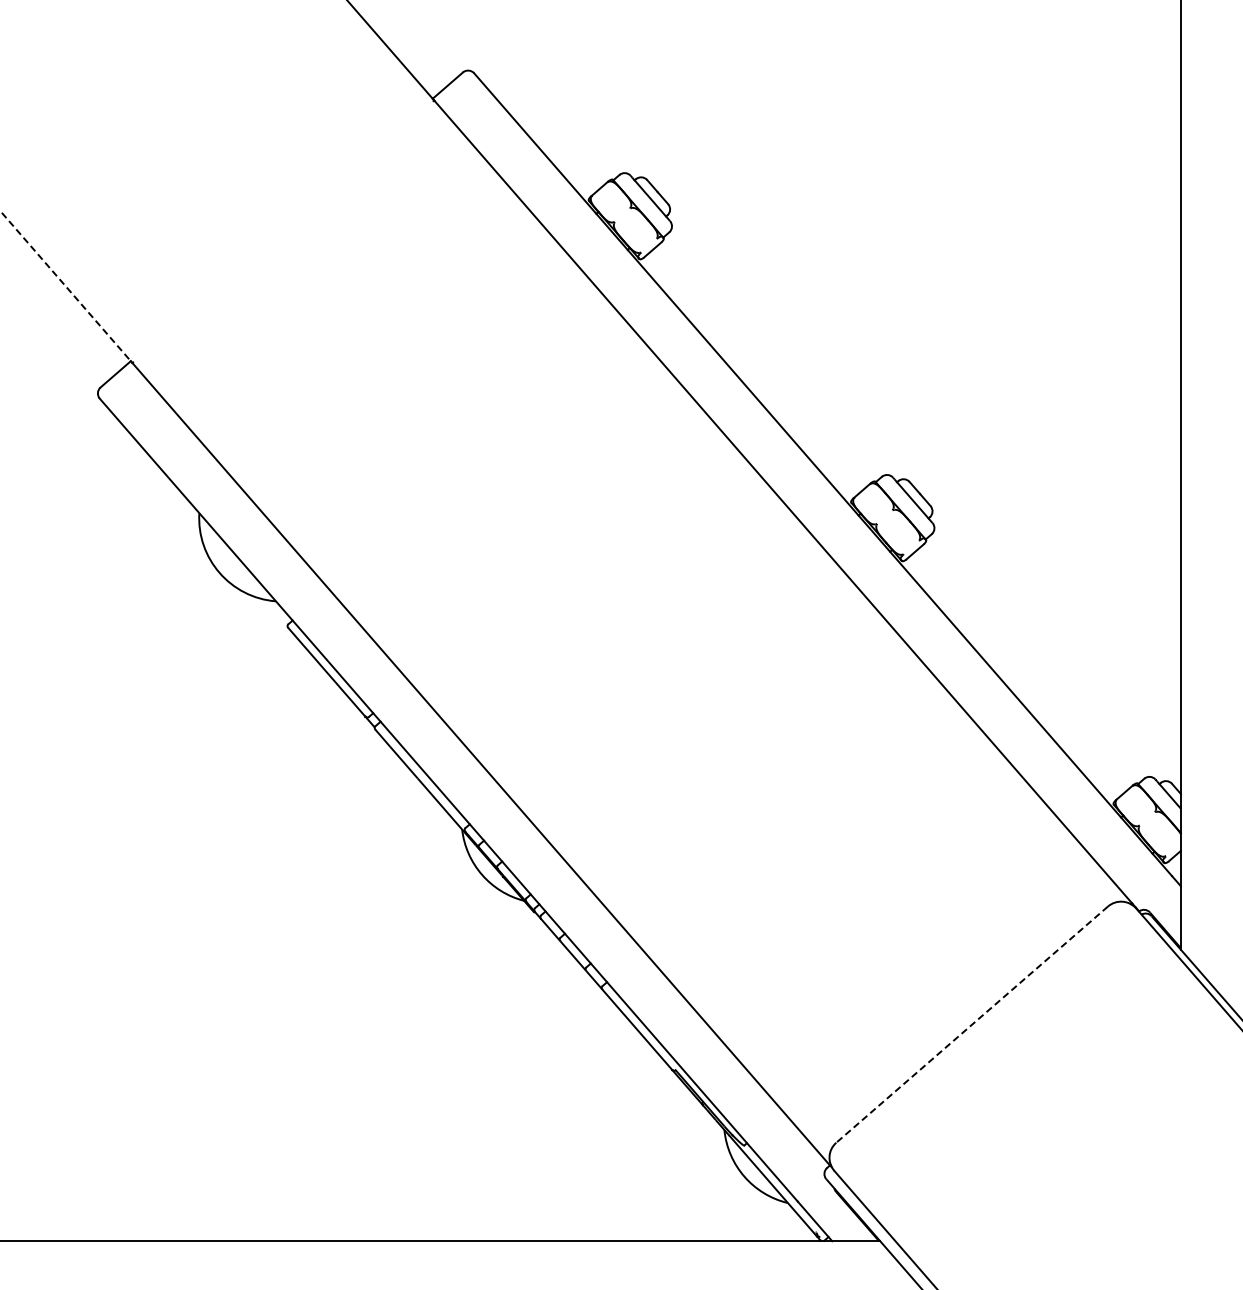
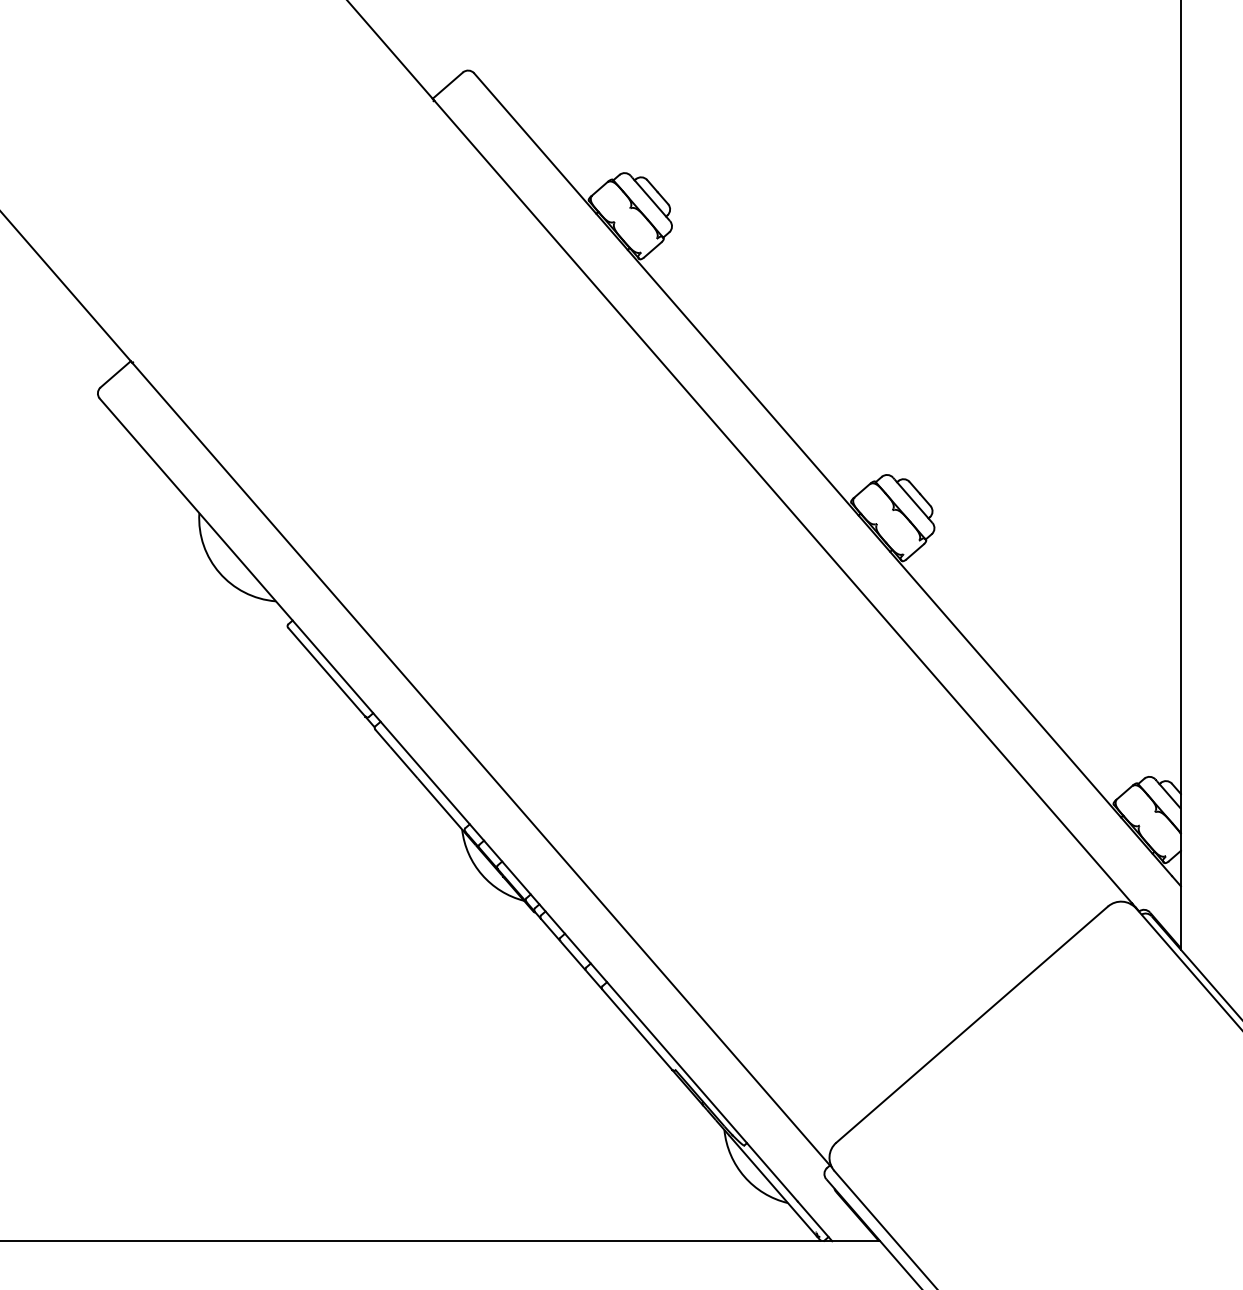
line at (65, 286): dashed -> solid
line at (972, 1024): dashed -> solid
